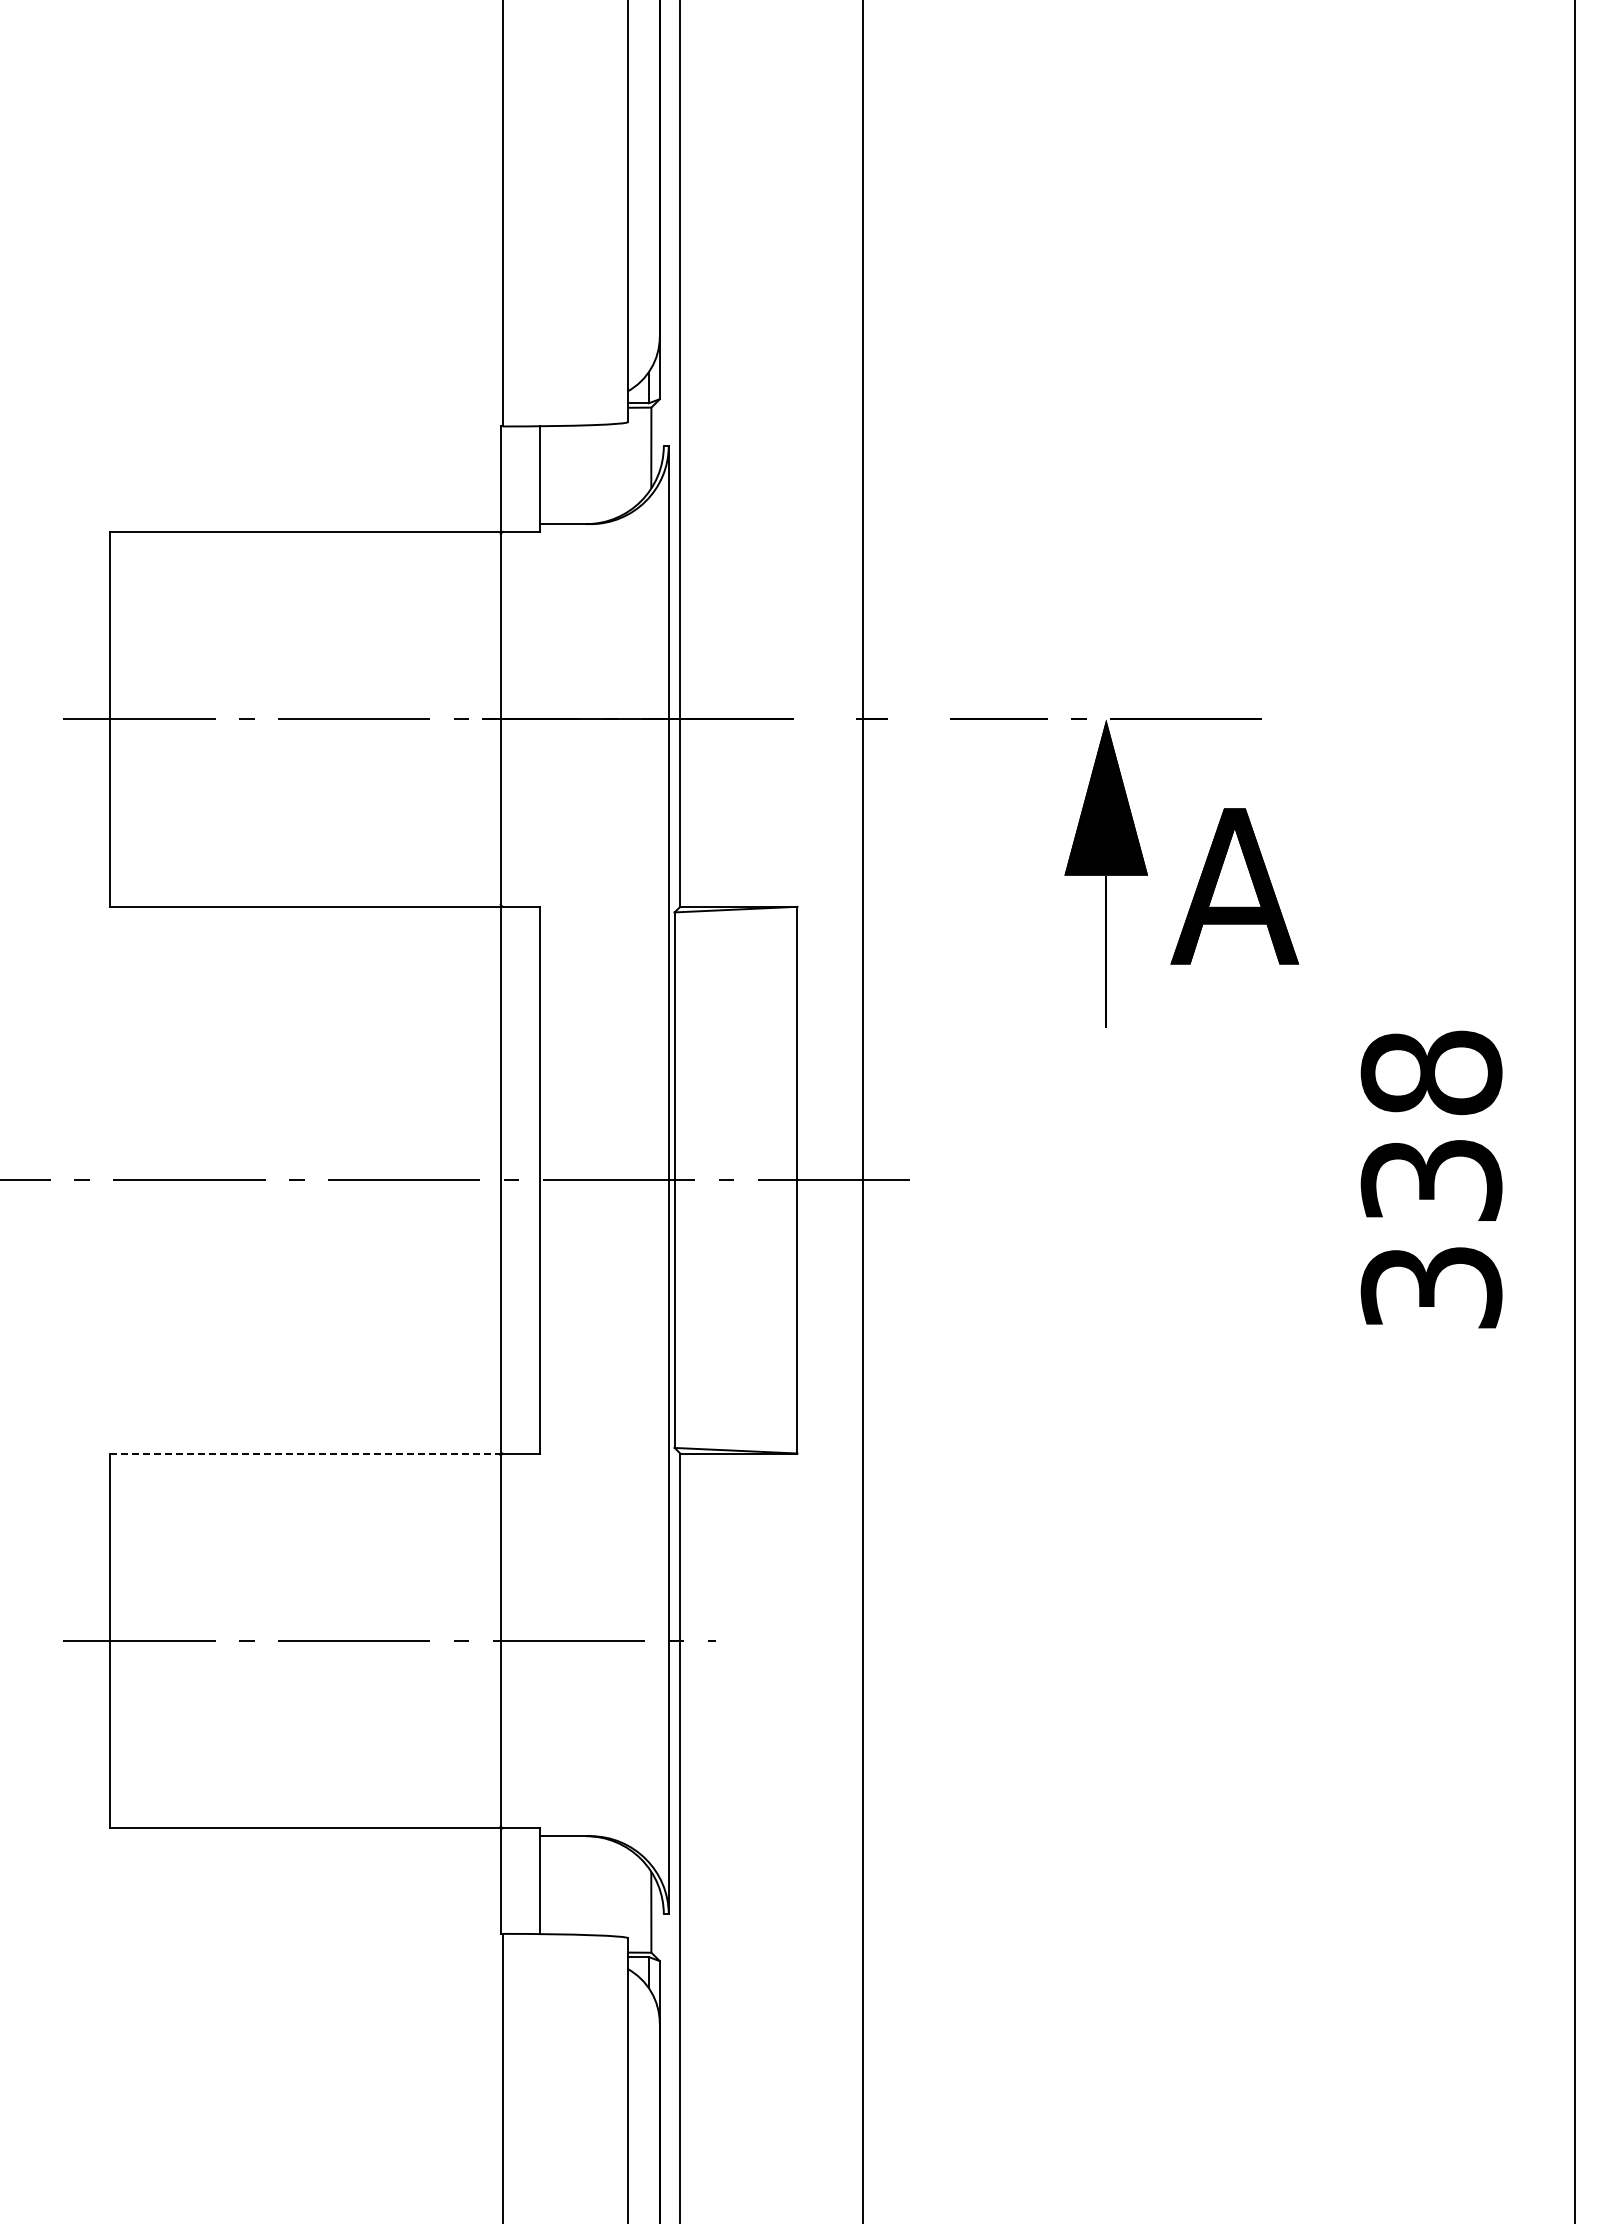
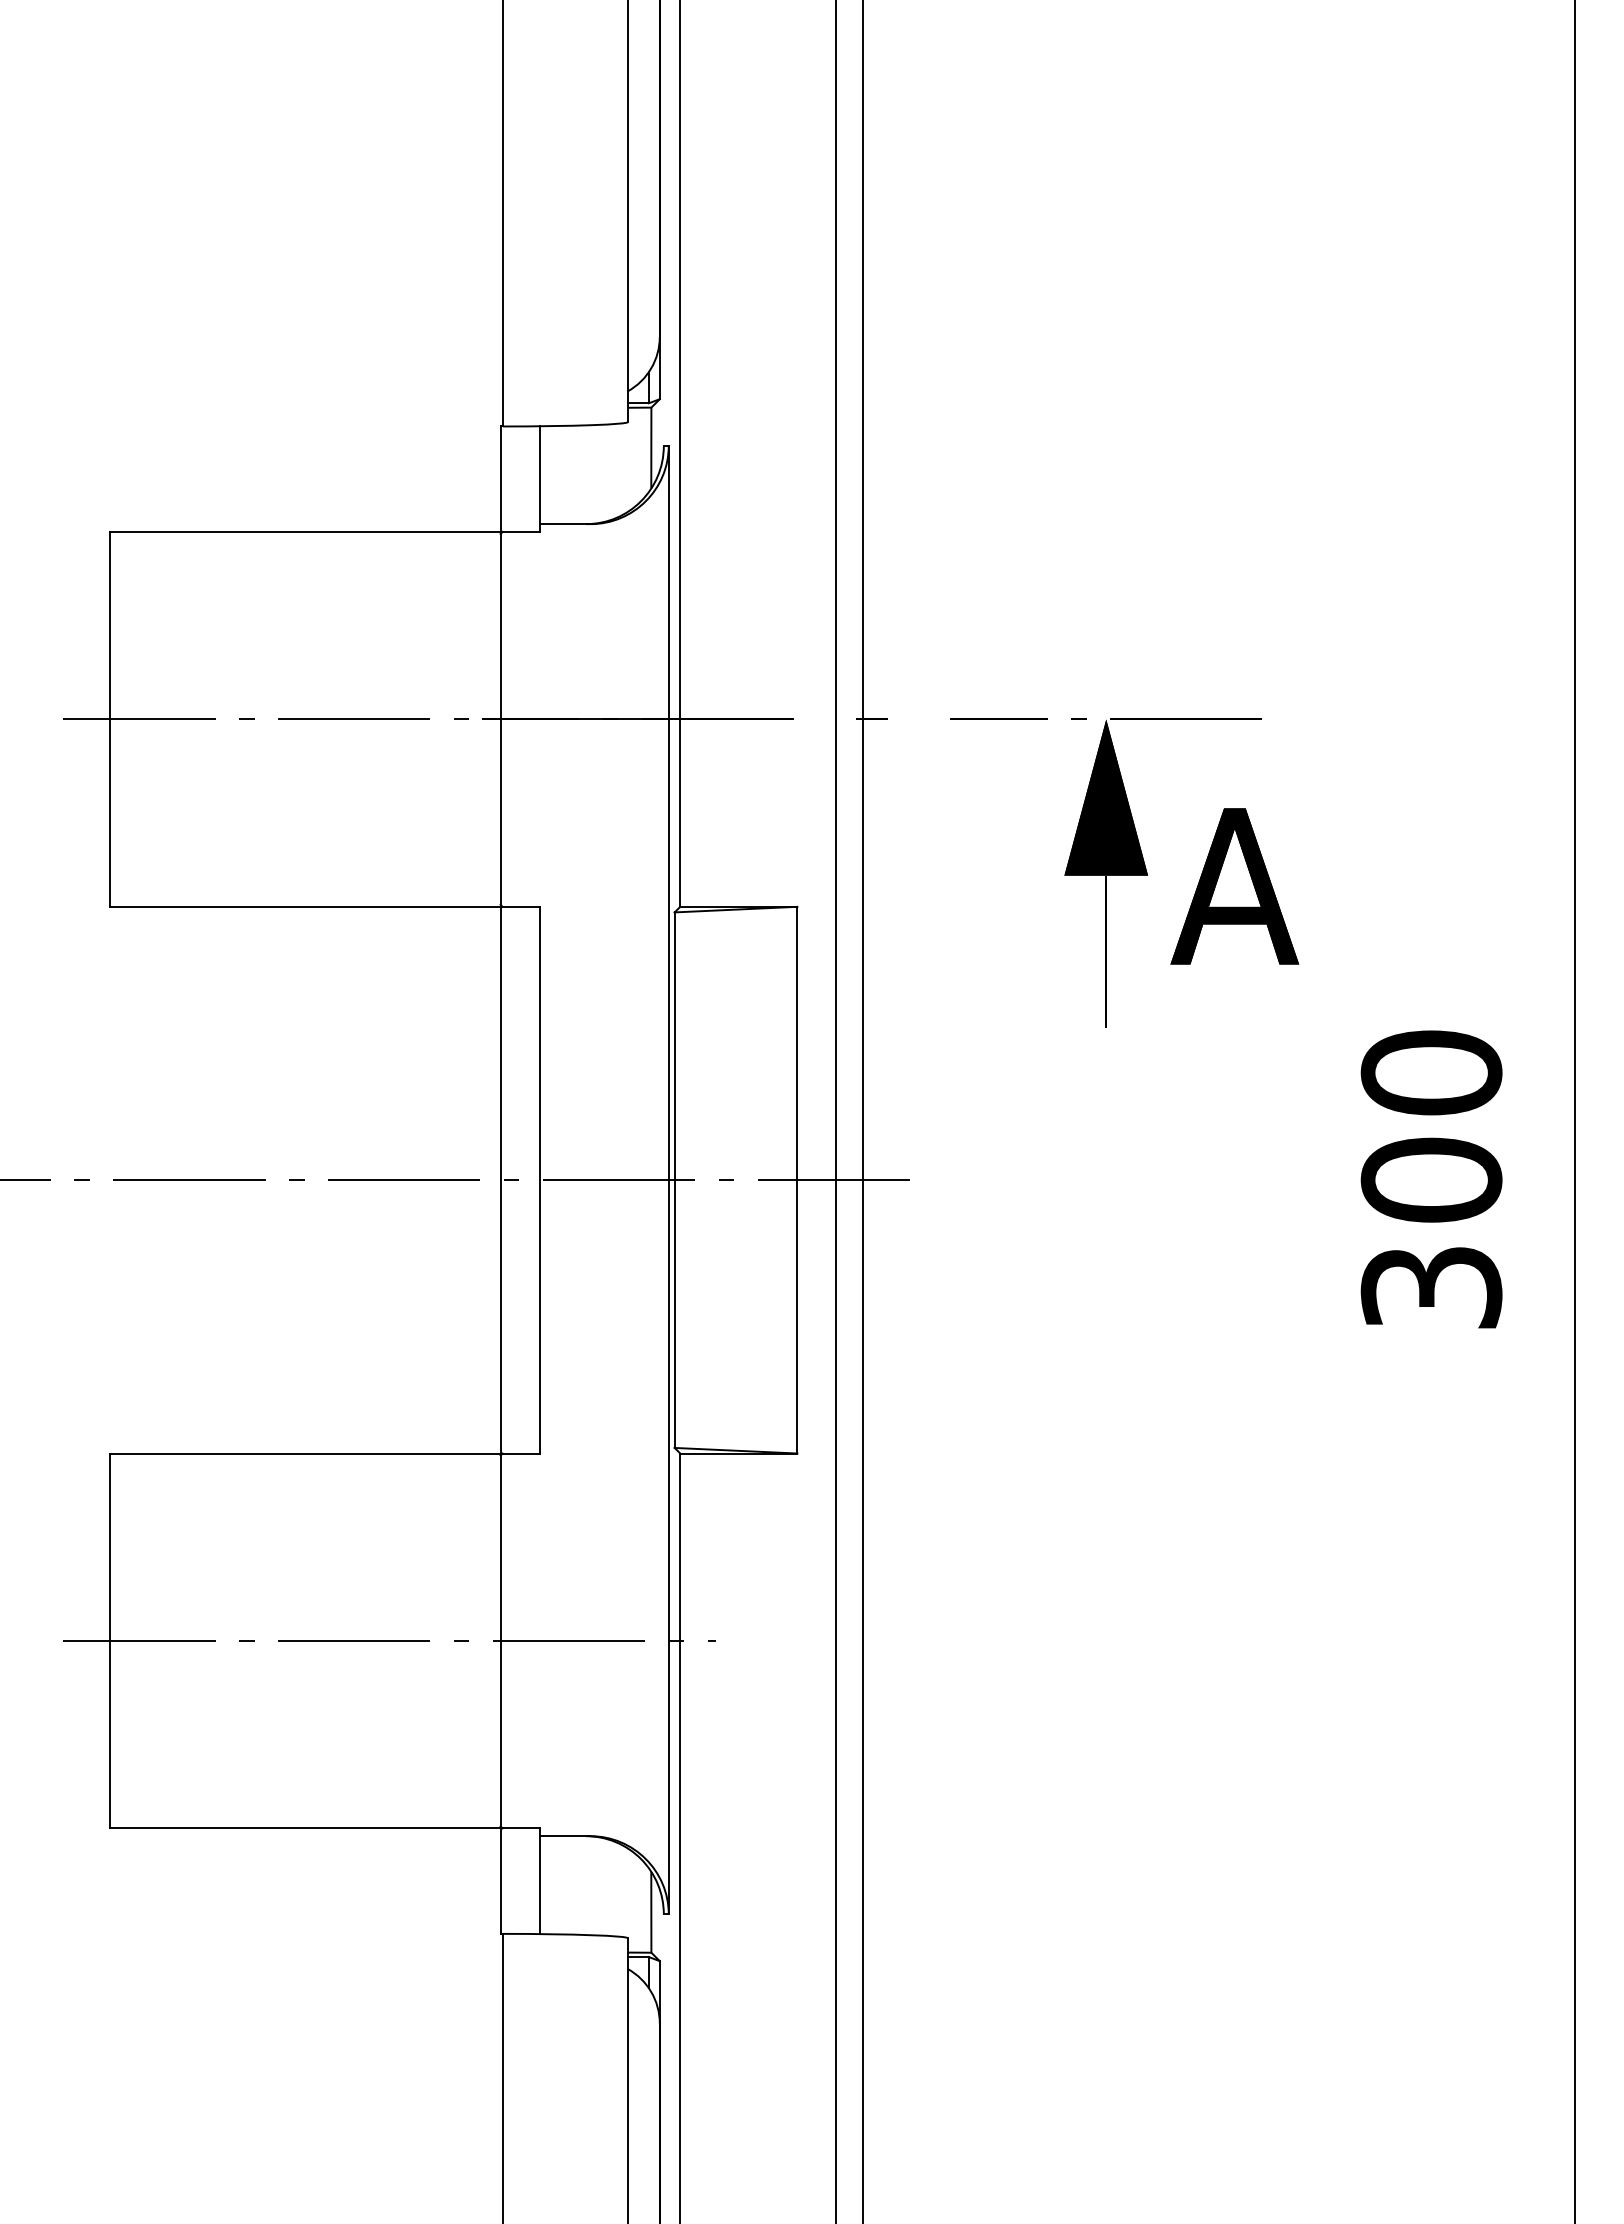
line at (836, 1111): none -> present
text at (1431, 1126): 338 -> 300
line at (305, 1453): dashed -> solid
